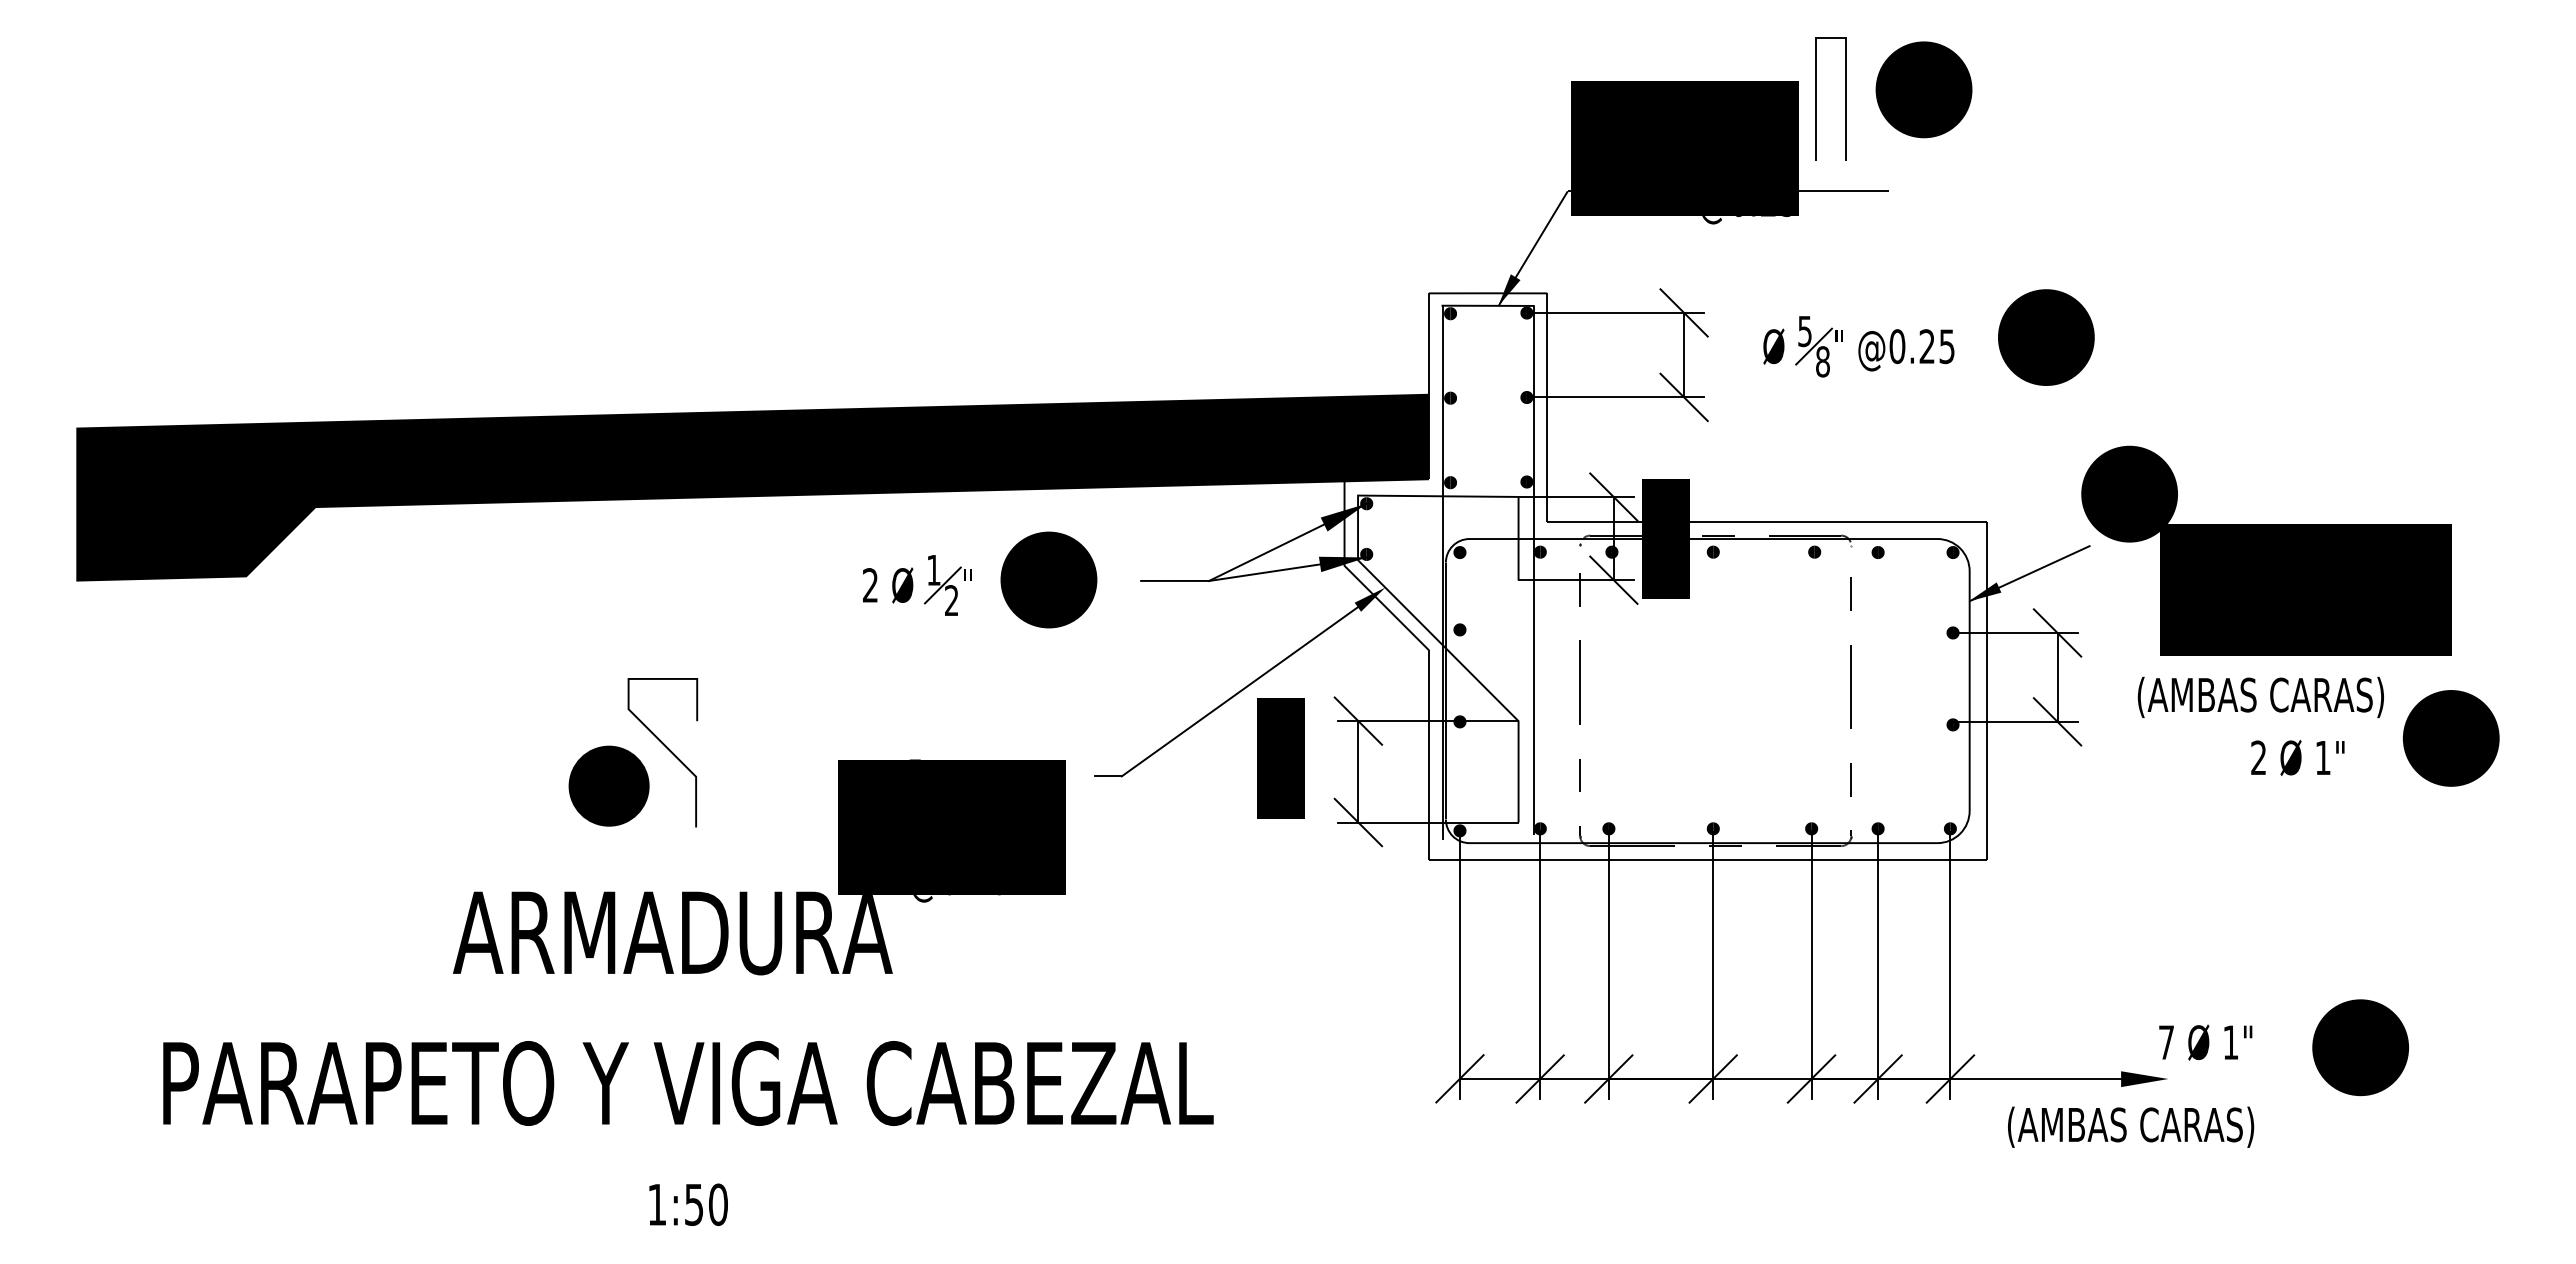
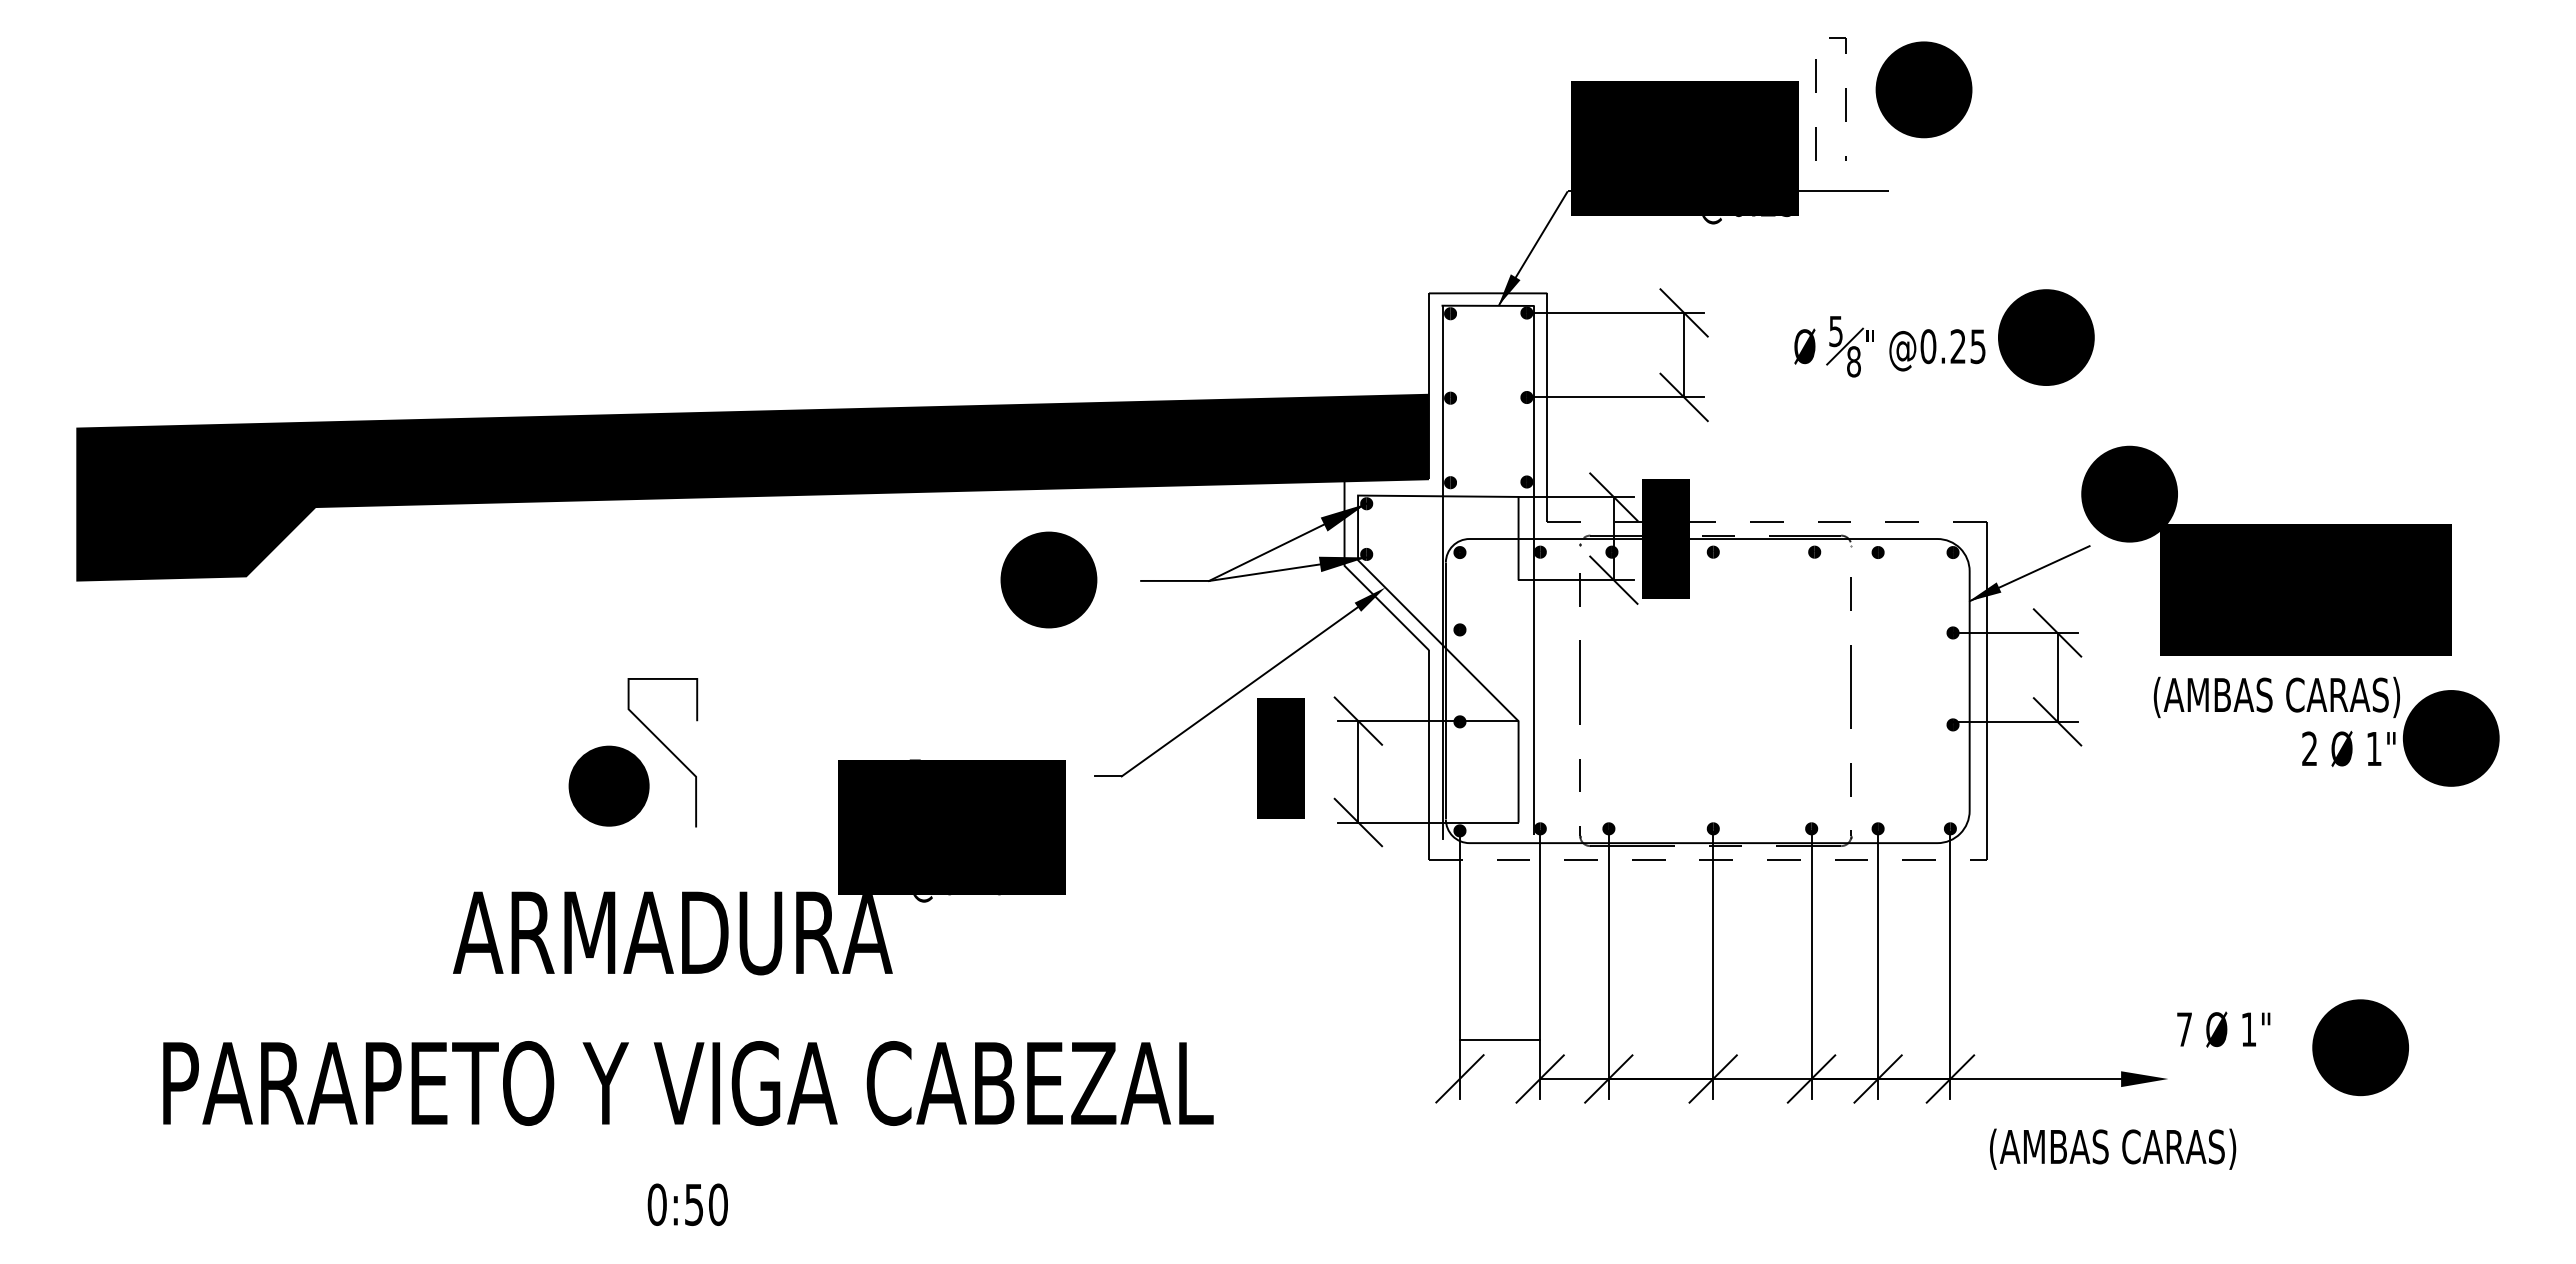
line at (1831, 37): solid -> dashed
part at (1858, 346) position: (1858, 346) -> (1889, 346)
line at (1766, 521): solid -> dashed
part at (917, 585): present -> none
text at (2260, 697) position: (2260, 697) -> (2276, 697)
text at (2297, 757) position: (2297, 757) -> (2348, 748)
line at (1707, 859): solid -> dashed
text at (2205, 1042) position: (2205, 1042) -> (2223, 1029)
line at (1499, 1078) position: (1499, 1078) -> (1499, 1039)
text at (2131, 1126) position: (2131, 1126) -> (2113, 1148)
text at (656, 1204): 1:50 -> 0:50
